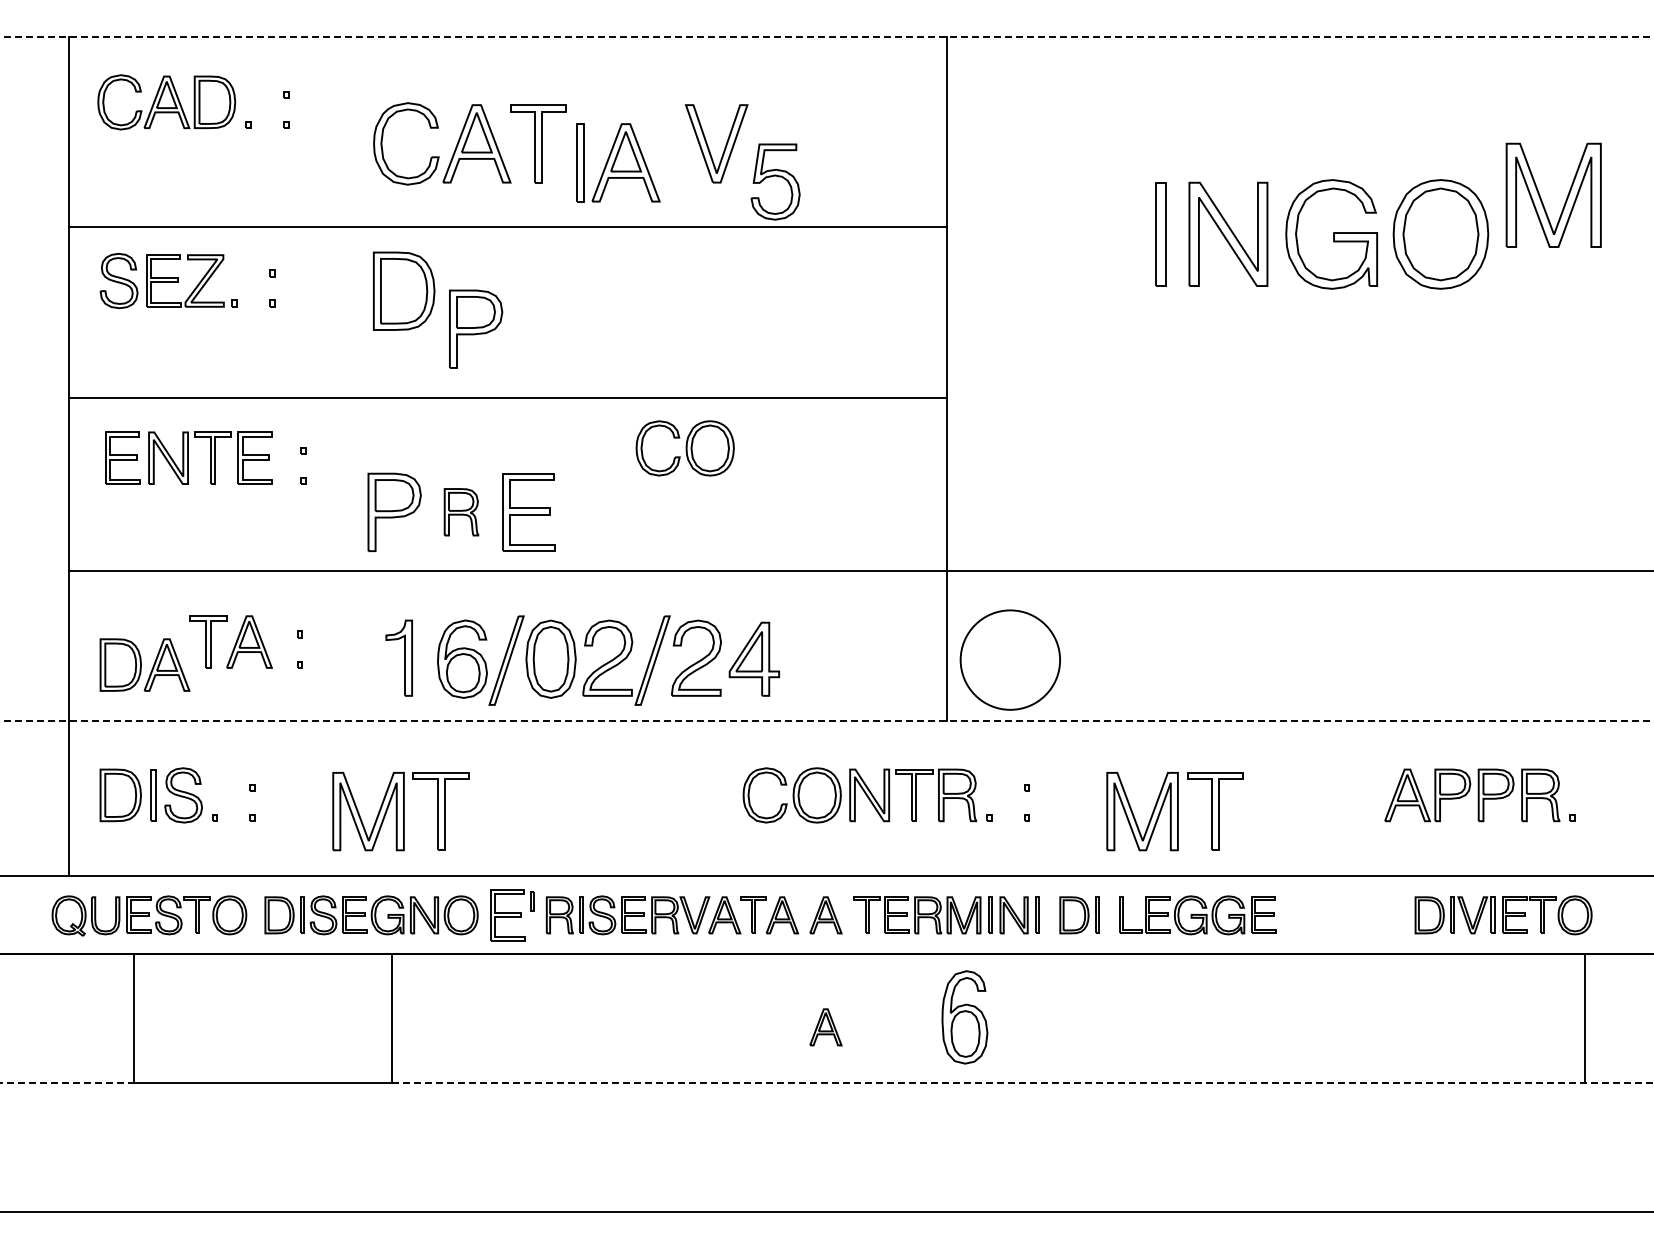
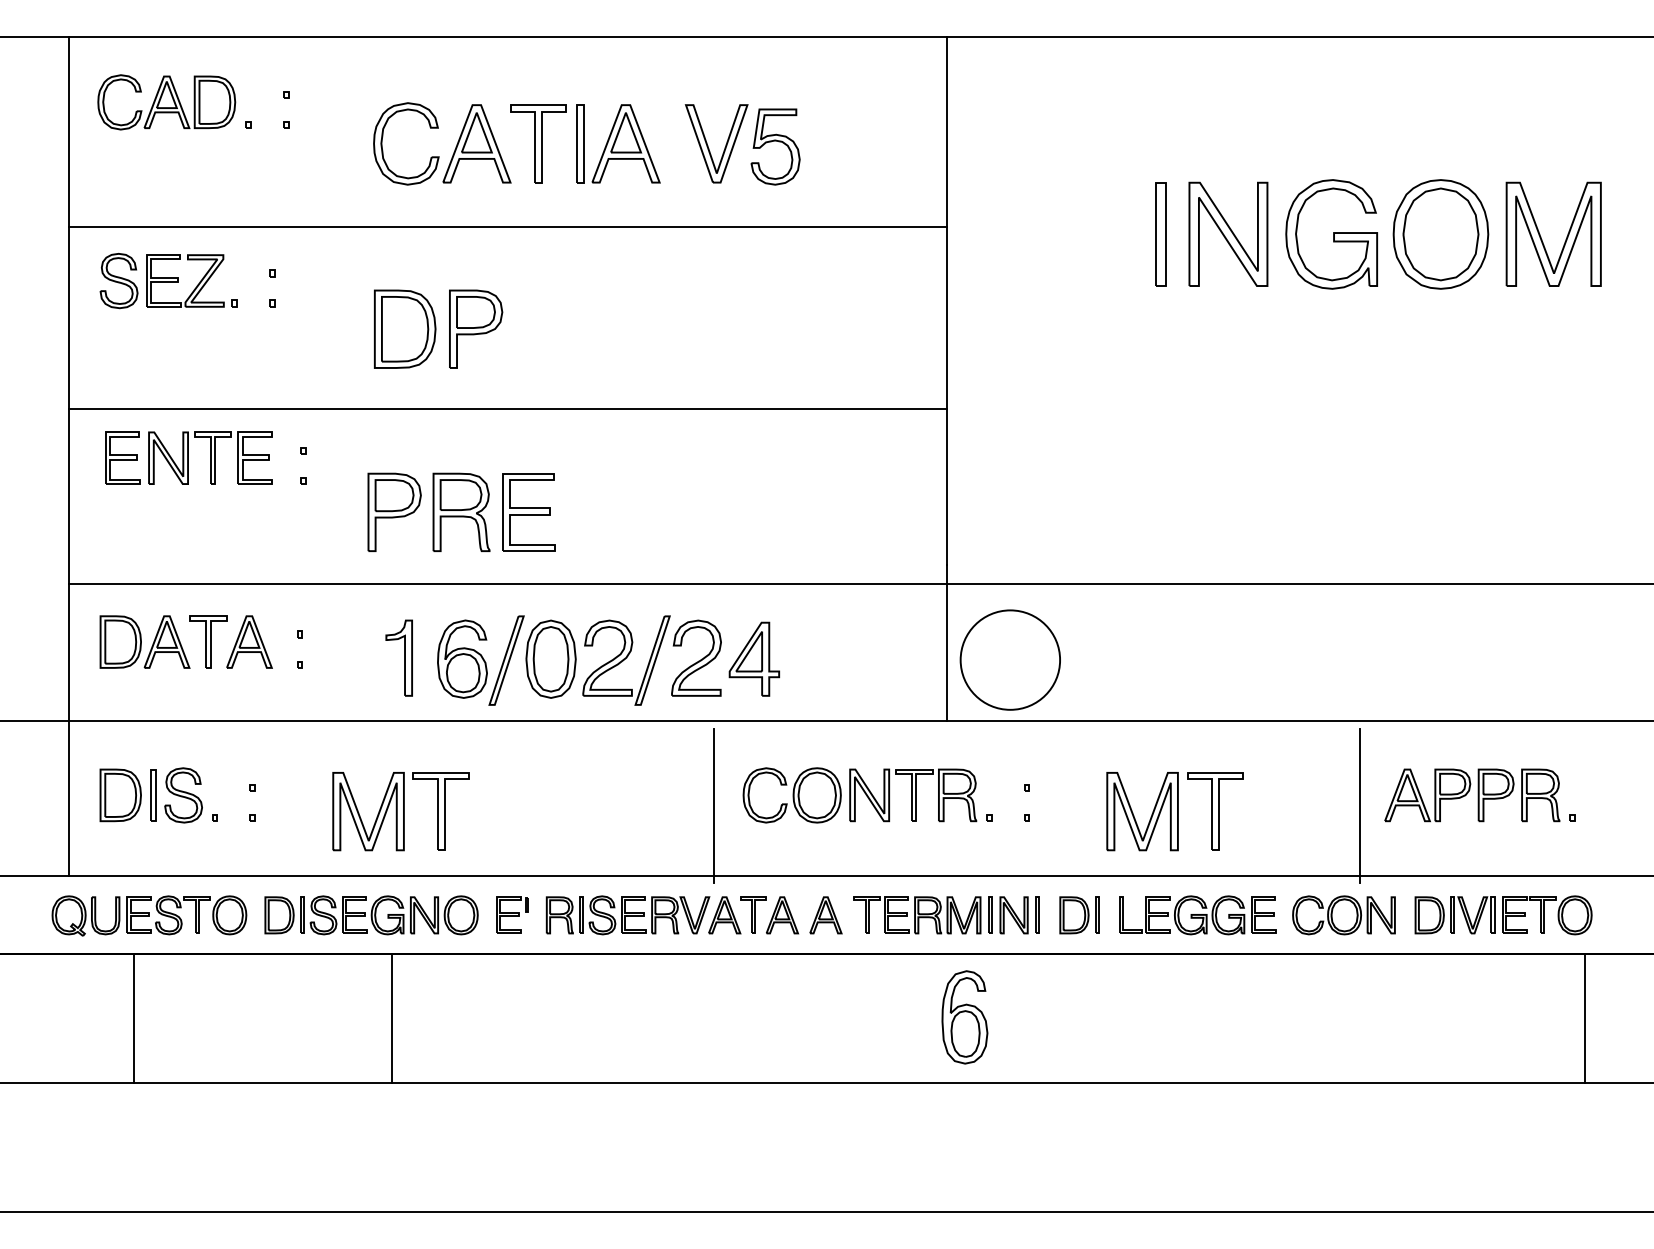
line at (827, 37): dashed -> solid
part at (618, 162) position: (618, 162) -> (618, 143)
part at (775, 181) position: (775, 181) -> (775, 146)
part at (1541, 197) position: (1541, 197) -> (1541, 236)
part at (404, 290) position: (404, 290) -> (405, 328)
line at (507, 398) position: (507, 398) -> (507, 409)
part at (684, 448): present -> none
part at (461, 512) size: 37x49 px -> 59x80 px
line at (859, 571) position: (859, 571) -> (859, 584)
part at (144, 664) position: (144, 664) -> (144, 641)
line at (827, 721): dashed -> solid
line at (714, 805): none -> present
line at (1359, 805): none -> present
part at (512, 915) size: 45x53 px -> 33x38 px
part at (1343, 915): none -> present
part at (825, 1027): present -> none
line at (67, 1082): dashed -> solid
line at (1022, 1082): dashed -> solid
